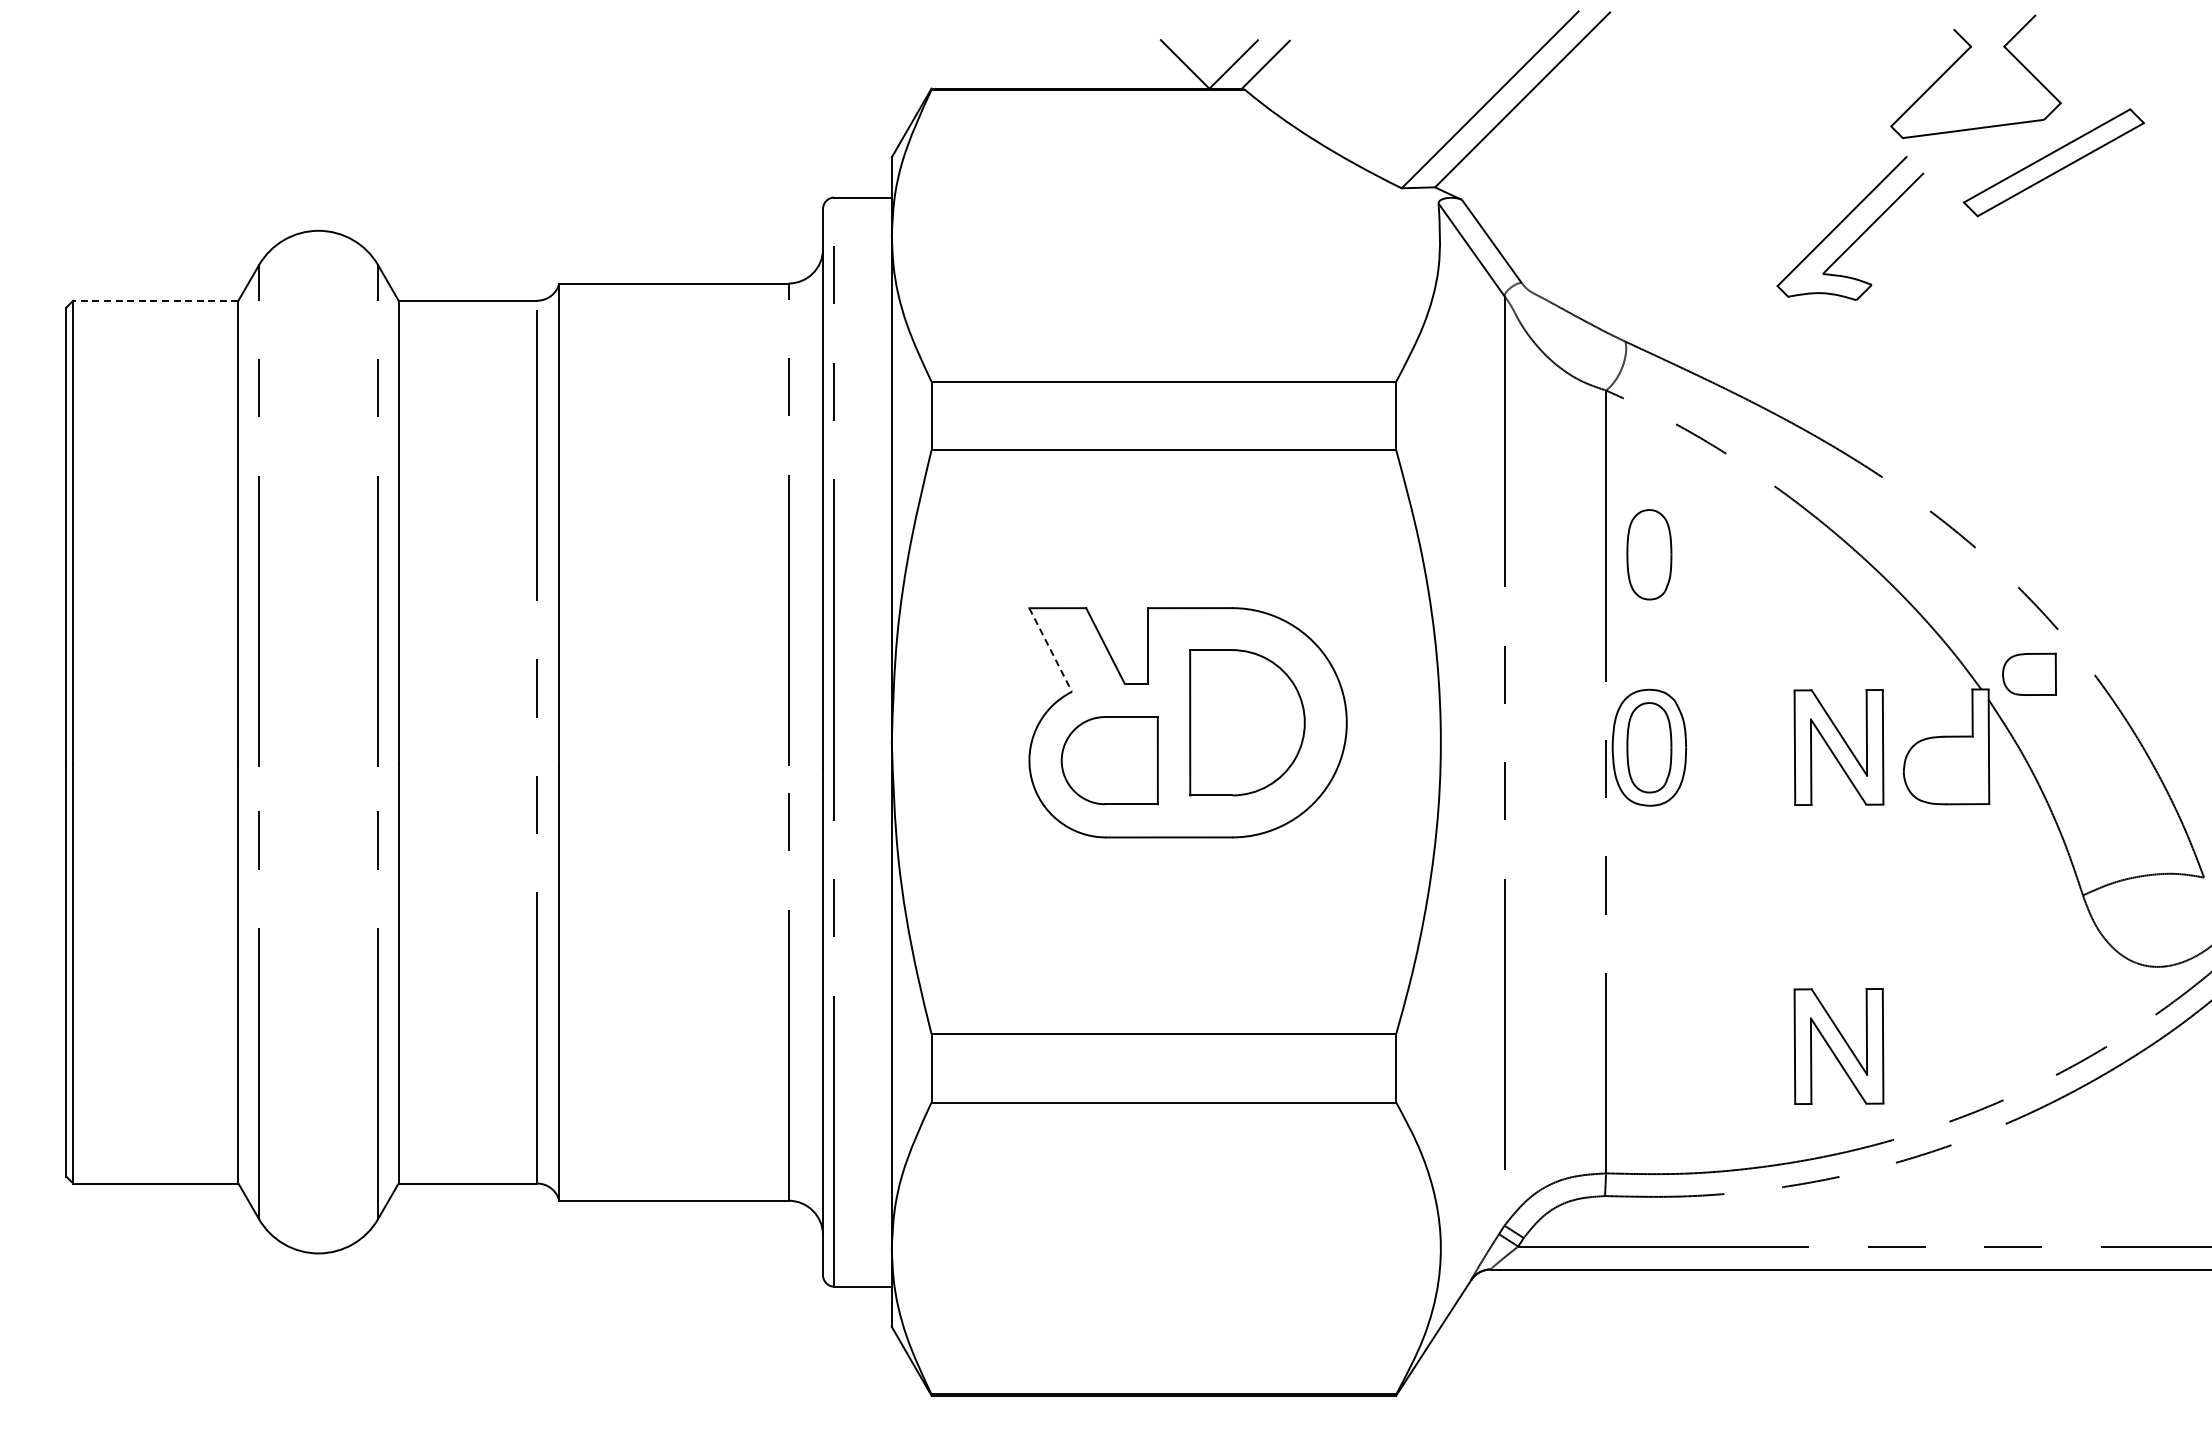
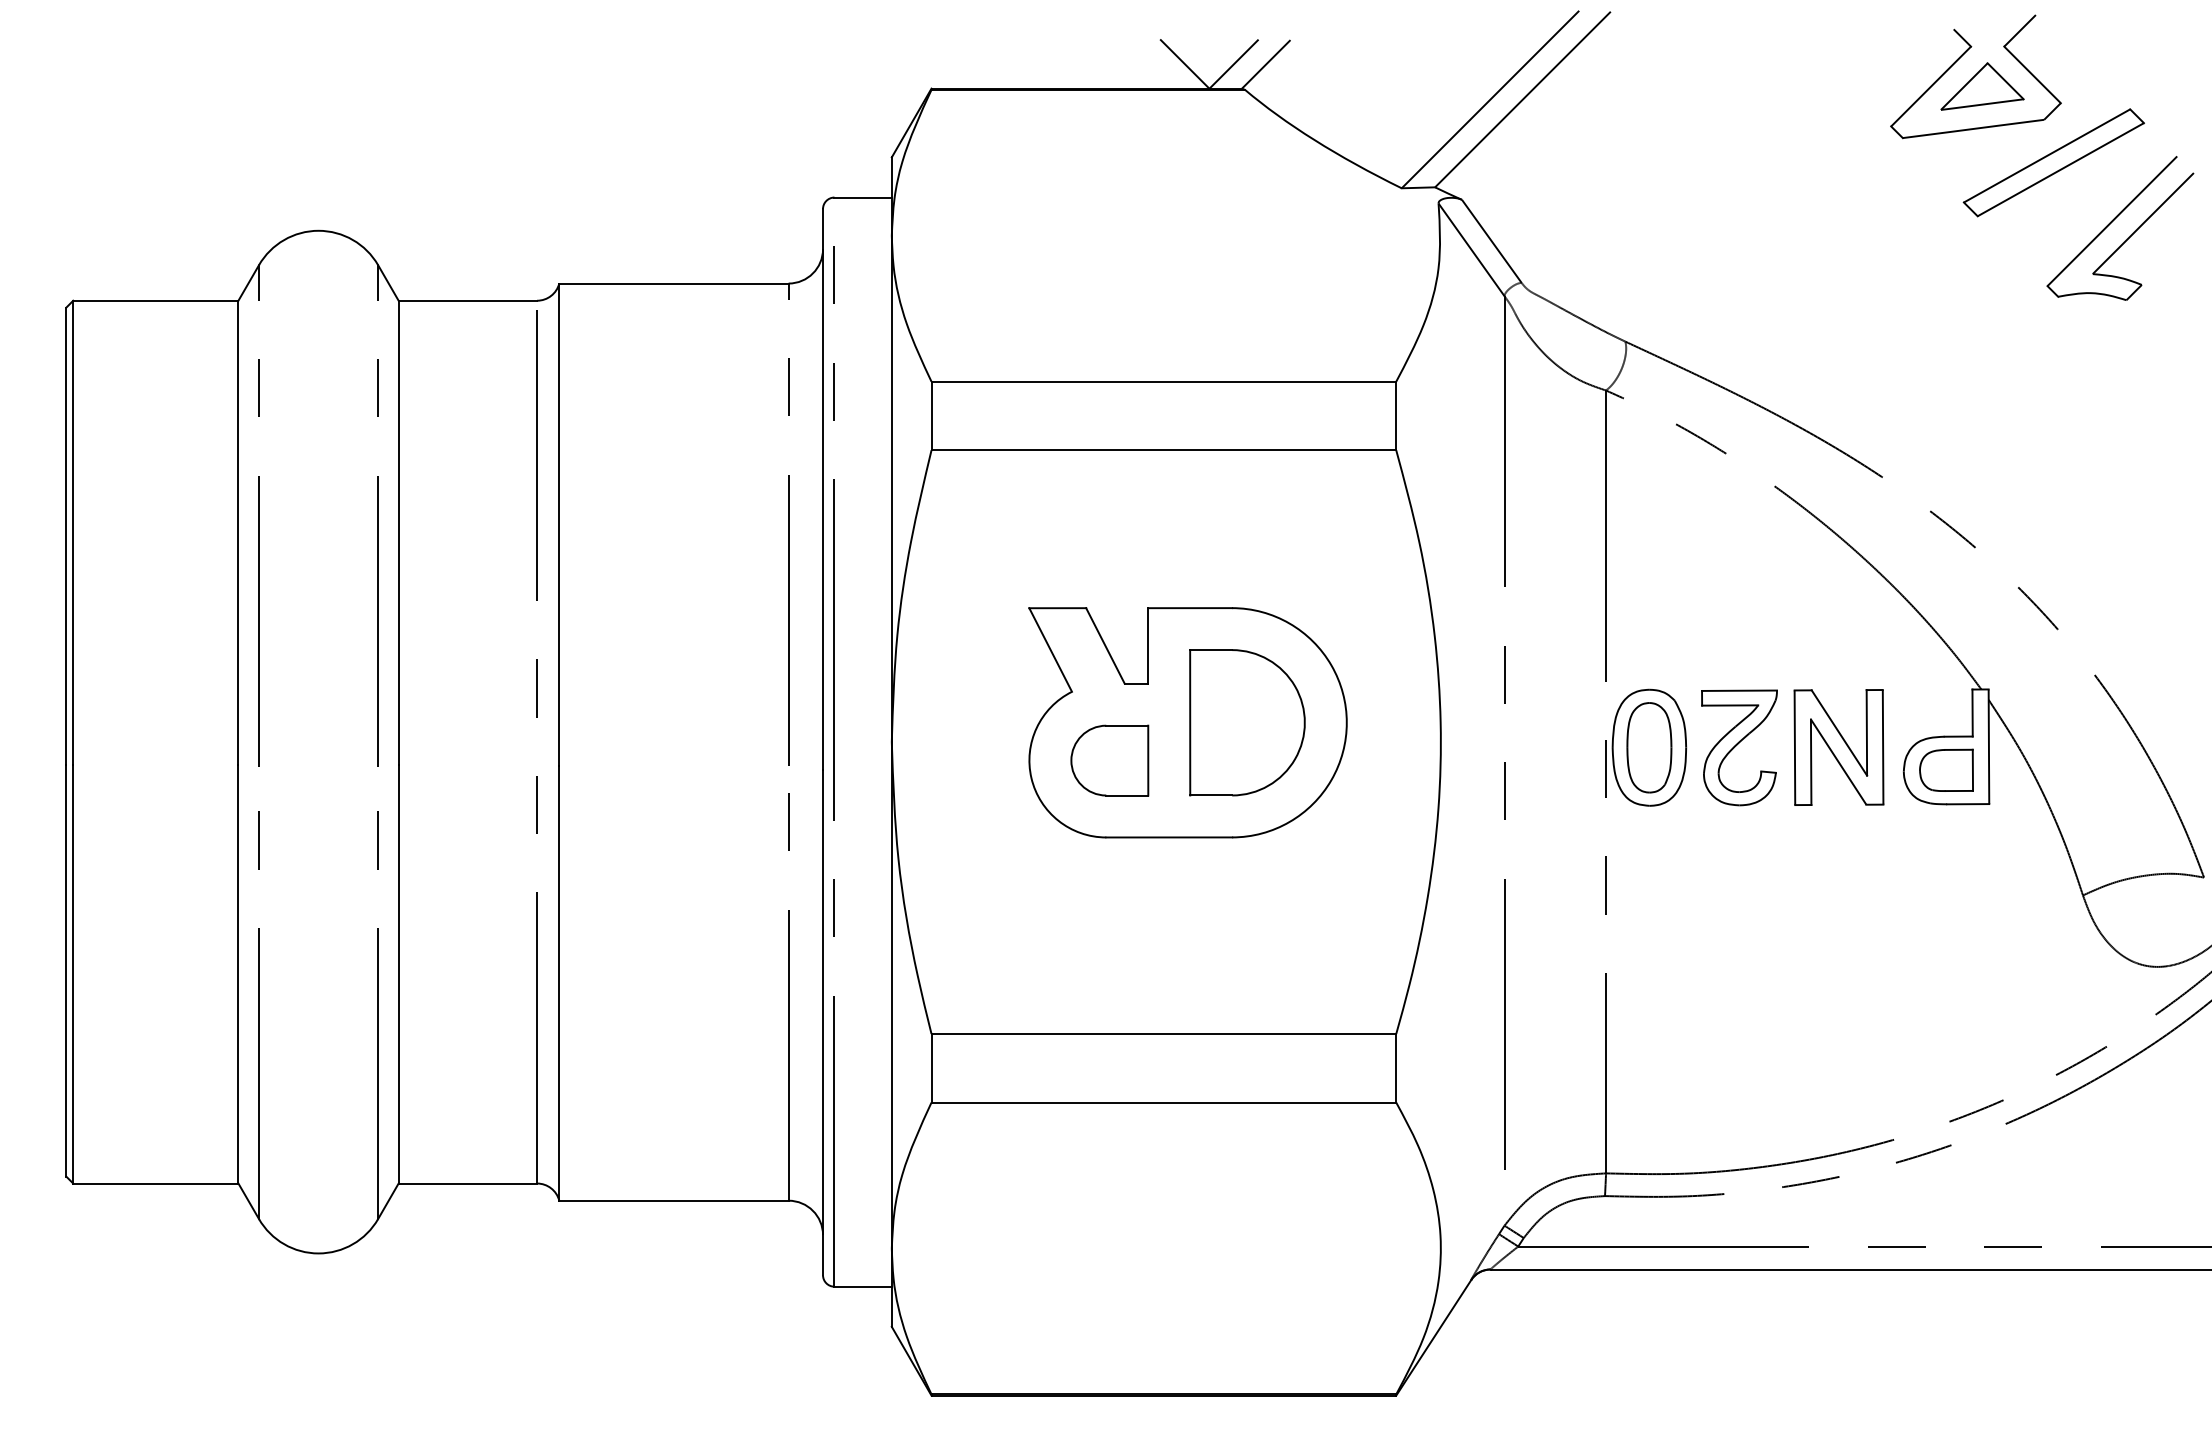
part at (1982, 86): none -> present
part at (1843, 221) position: (1843, 221) -> (2113, 221)
line at (155, 300): dashed -> solid
part at (1649, 554): present -> none
line at (1050, 650): dashed -> solid
part at (2029, 673) position: (2029, 673) -> (1946, 769)
part at (1739, 747): none -> present
part at (1109, 760) size: 99x90 px -> 80x73 px
part at (1838, 1046): present -> none
